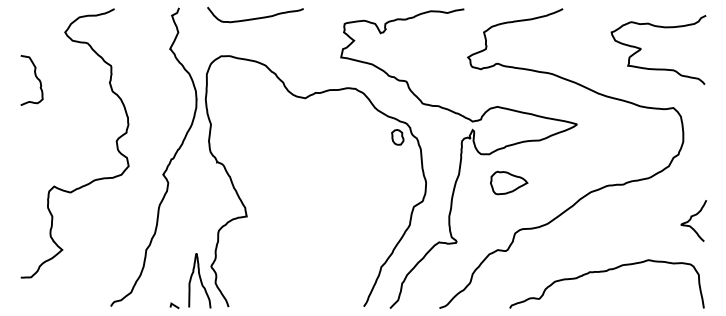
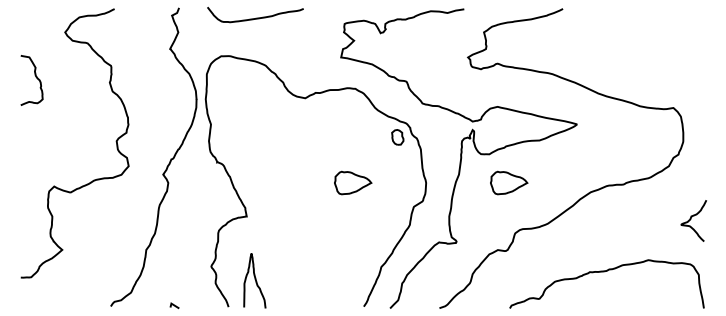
curve at (641, 49): present -> none
part at (353, 182): none -> present
curve at (199, 279) position: (199, 279) -> (254, 279)
